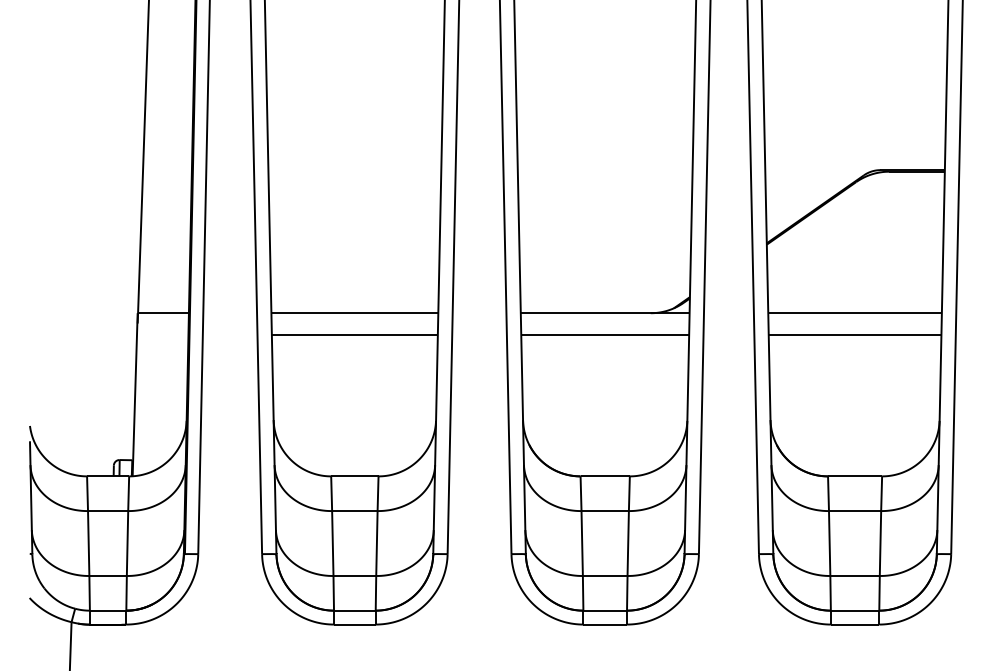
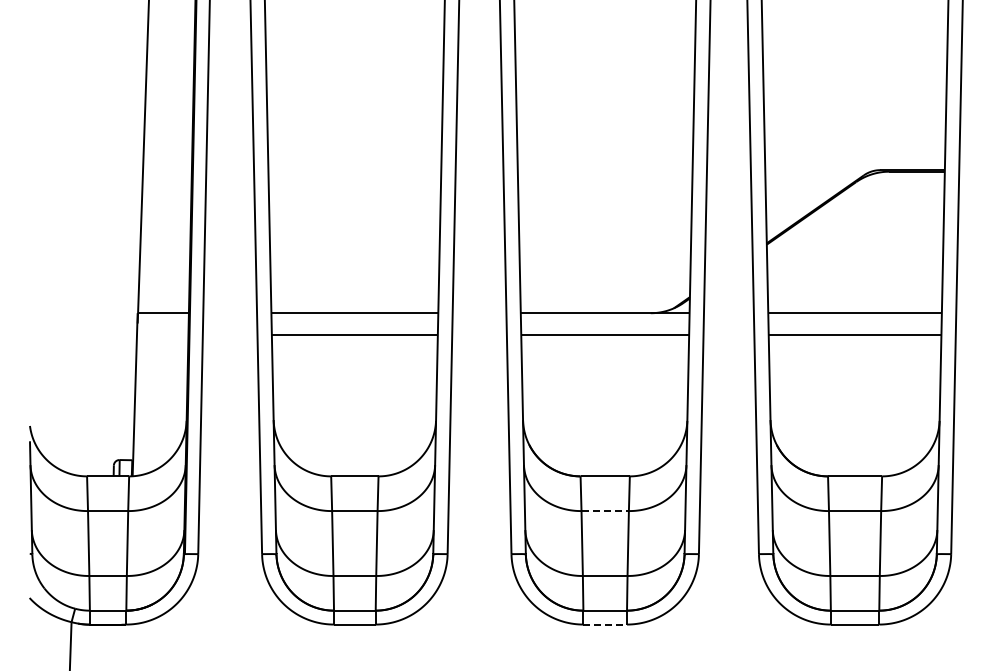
line at (605, 511): solid -> dashed
line at (605, 624): solid -> dashed
